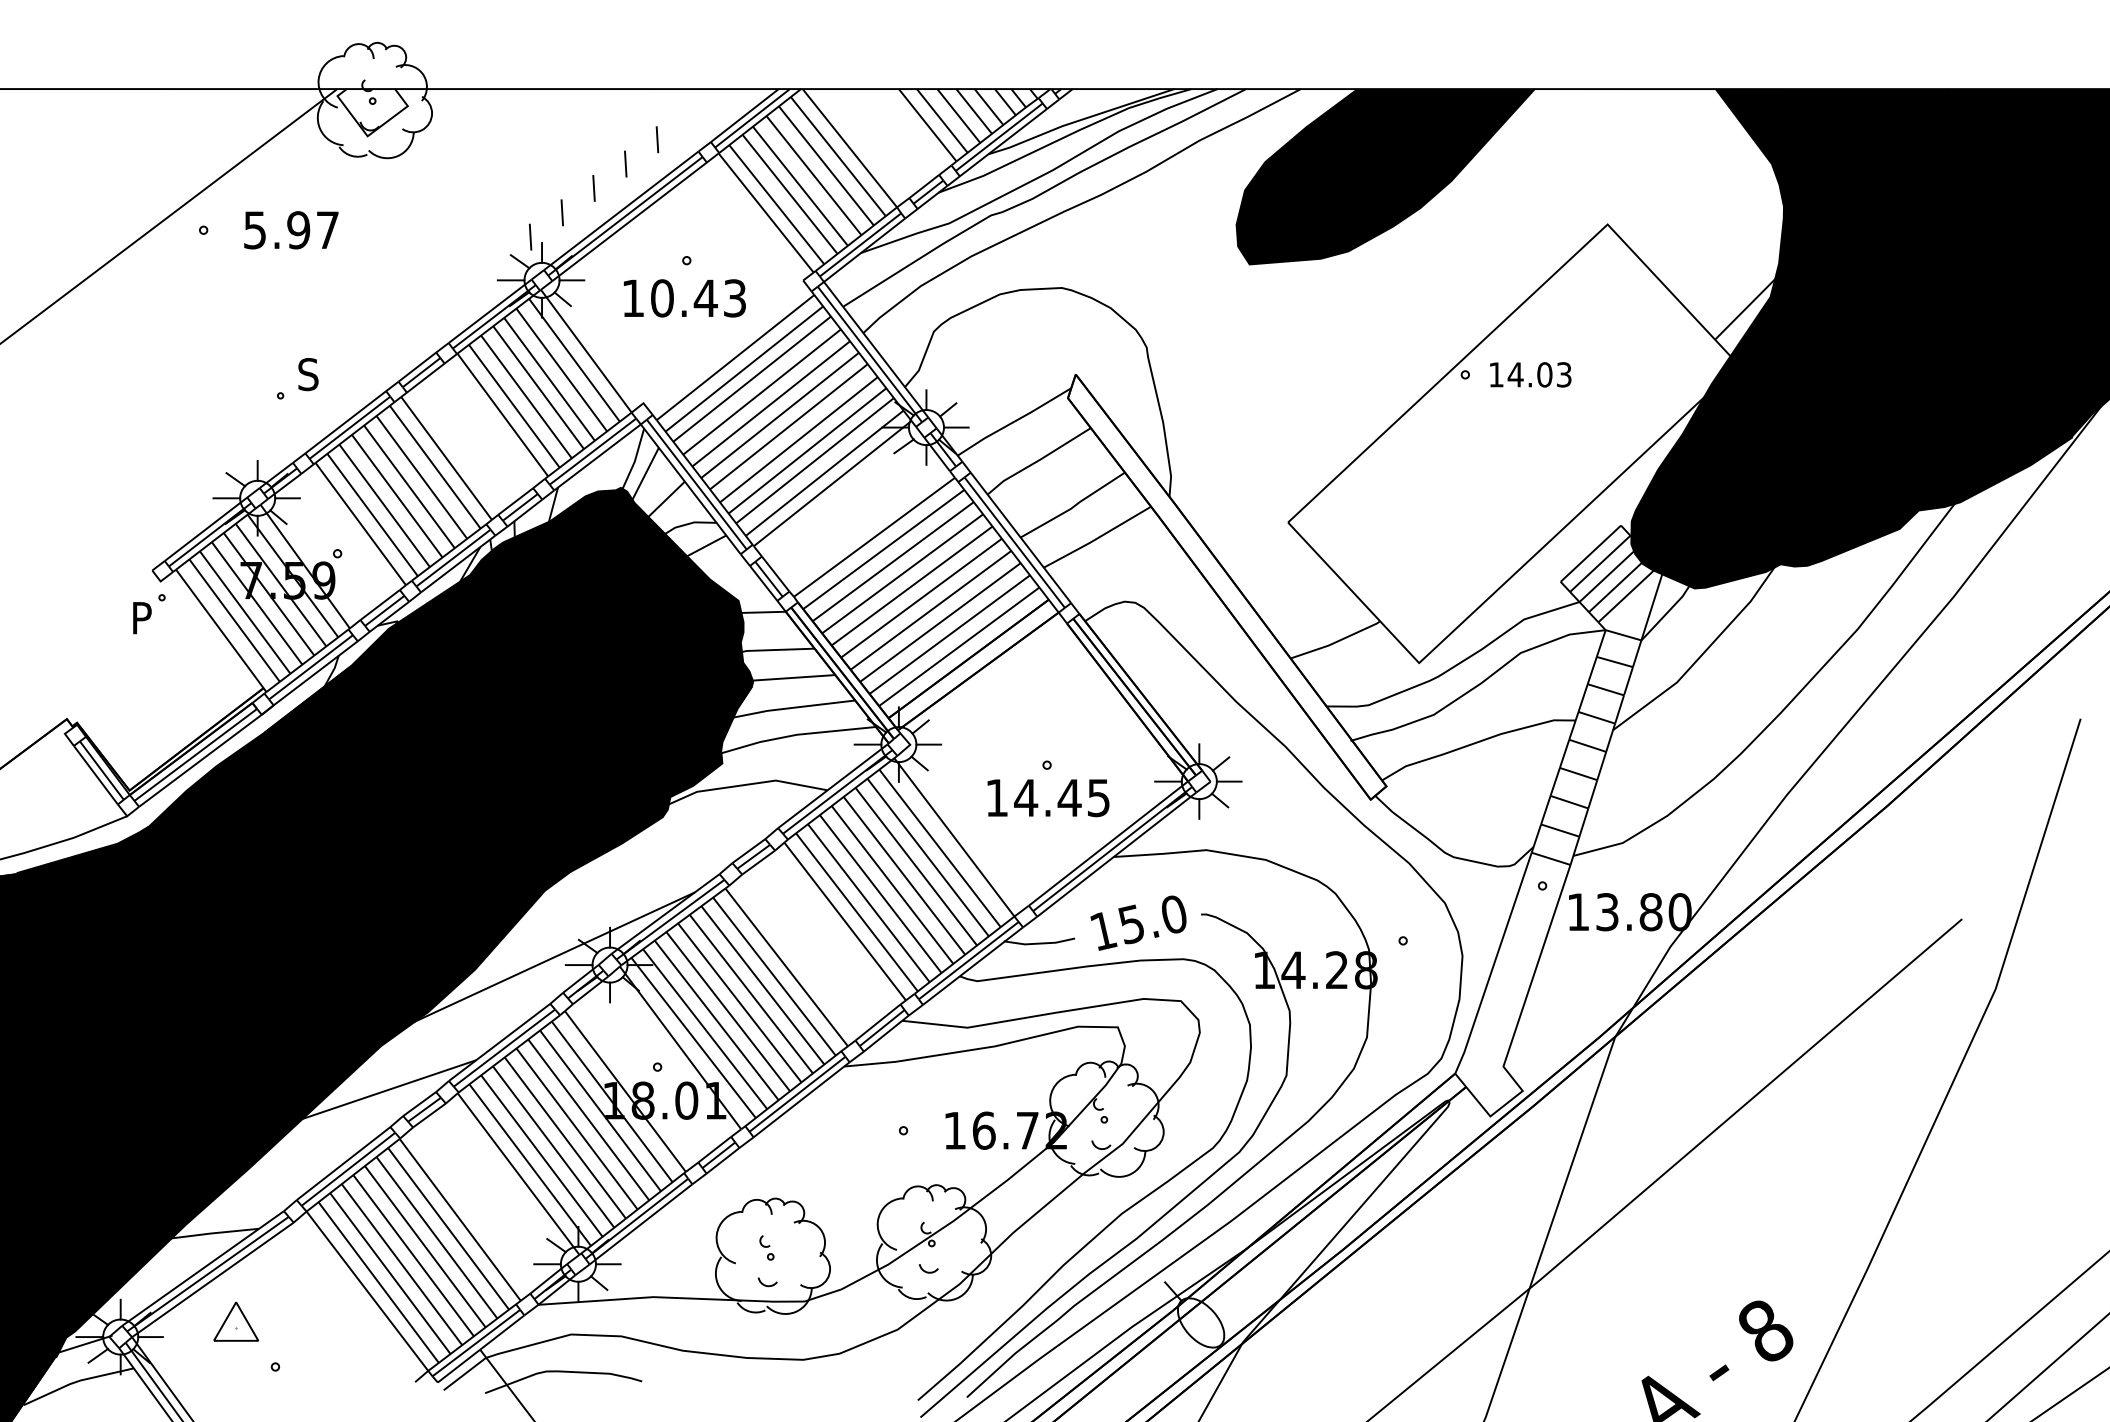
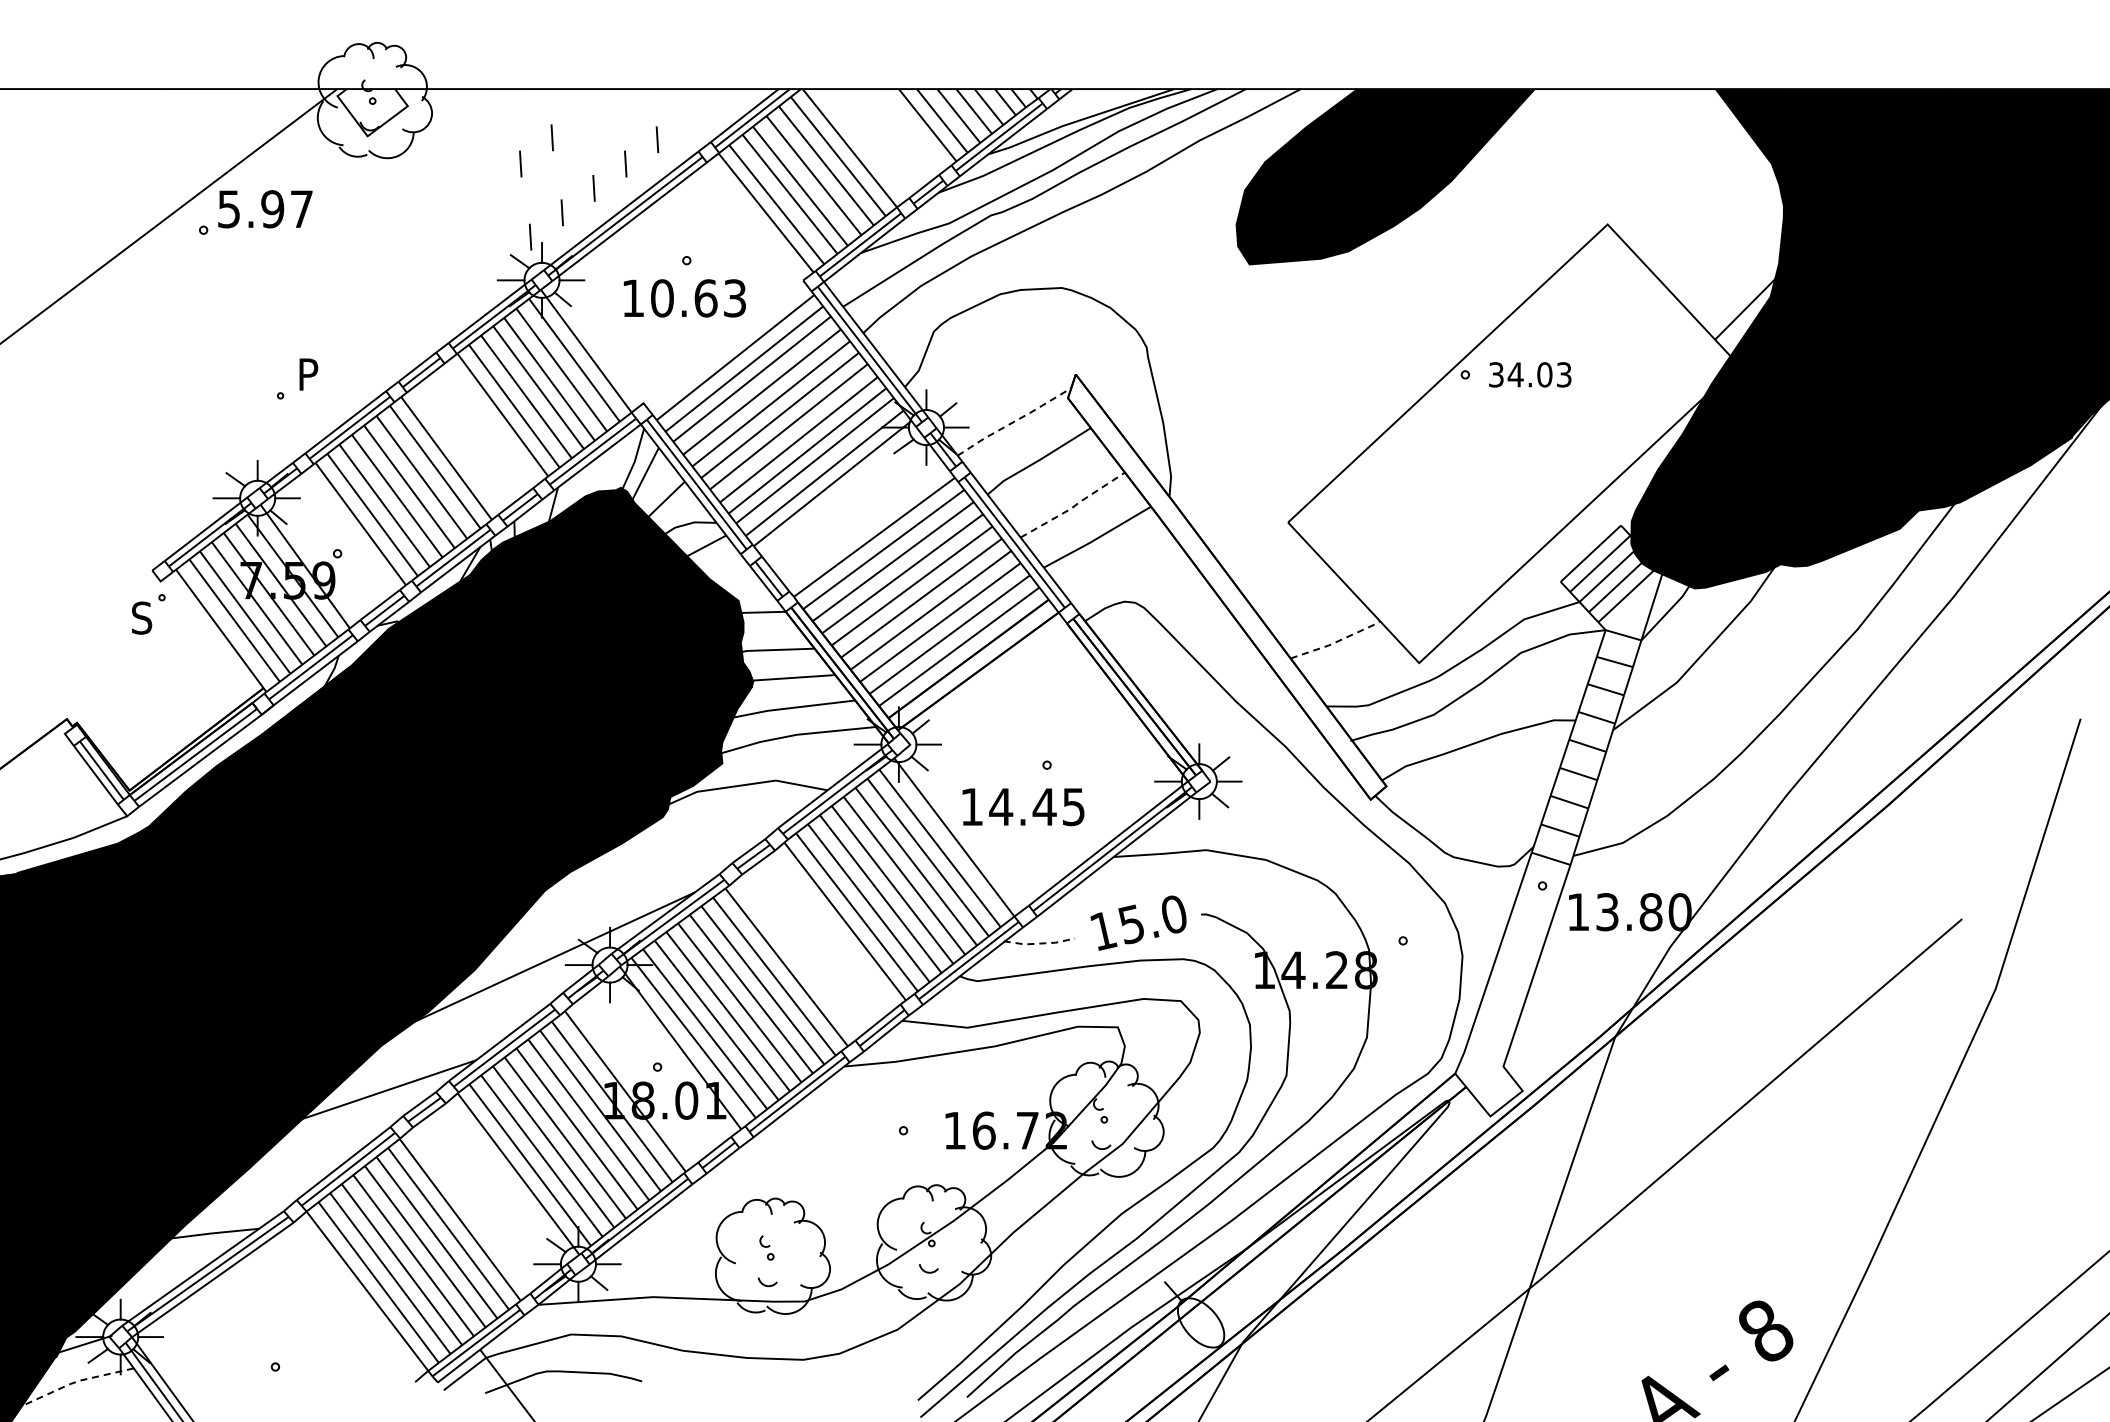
line at (551, 137): none -> present
line at (520, 163): none -> present
text at (291, 230) position: (291, 230) -> (265, 209)
text at (705, 298): 10.43 -> 10.63
text at (308, 374): S -> P
text at (1496, 374): 14.03 -> 34.03
line at (1014, 421): solid -> dashed
line at (1073, 506): solid -> dashed
text at (142, 617): P -> S
line at (1336, 641): solid -> dashed
text at (1048, 798) position: (1048, 798) -> (1023, 807)
line at (1039, 943): solid -> dashed
part at (235, 1321): present -> none
line at (77, 1381): solid -> dashed
